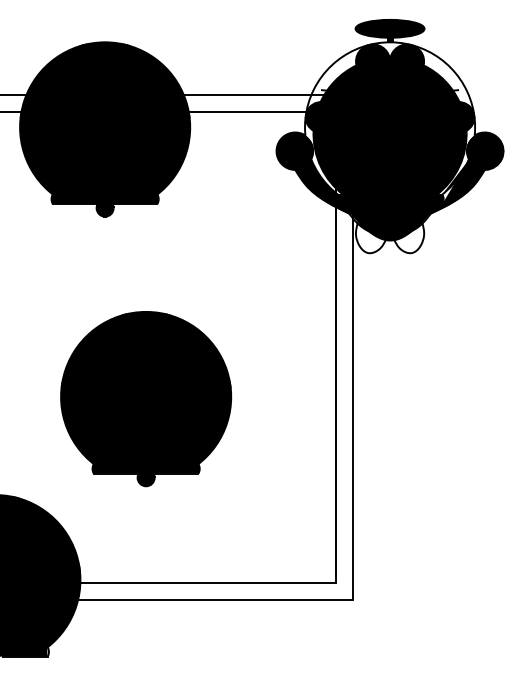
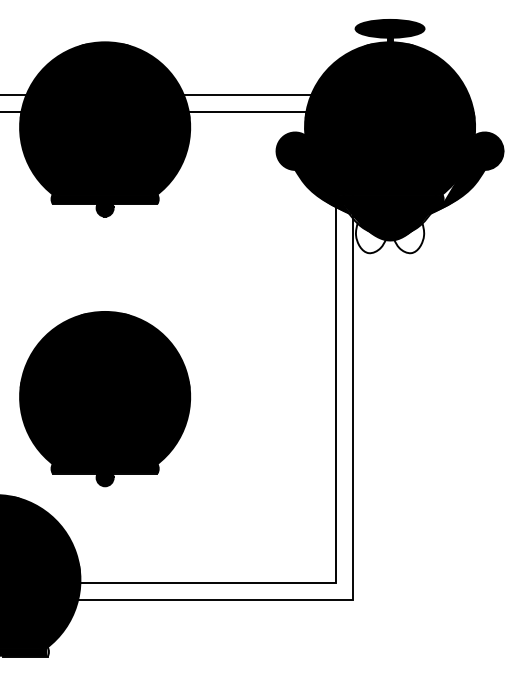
fill at (389, 118): none -> present
part at (146, 399) position: (146, 399) -> (105, 399)
